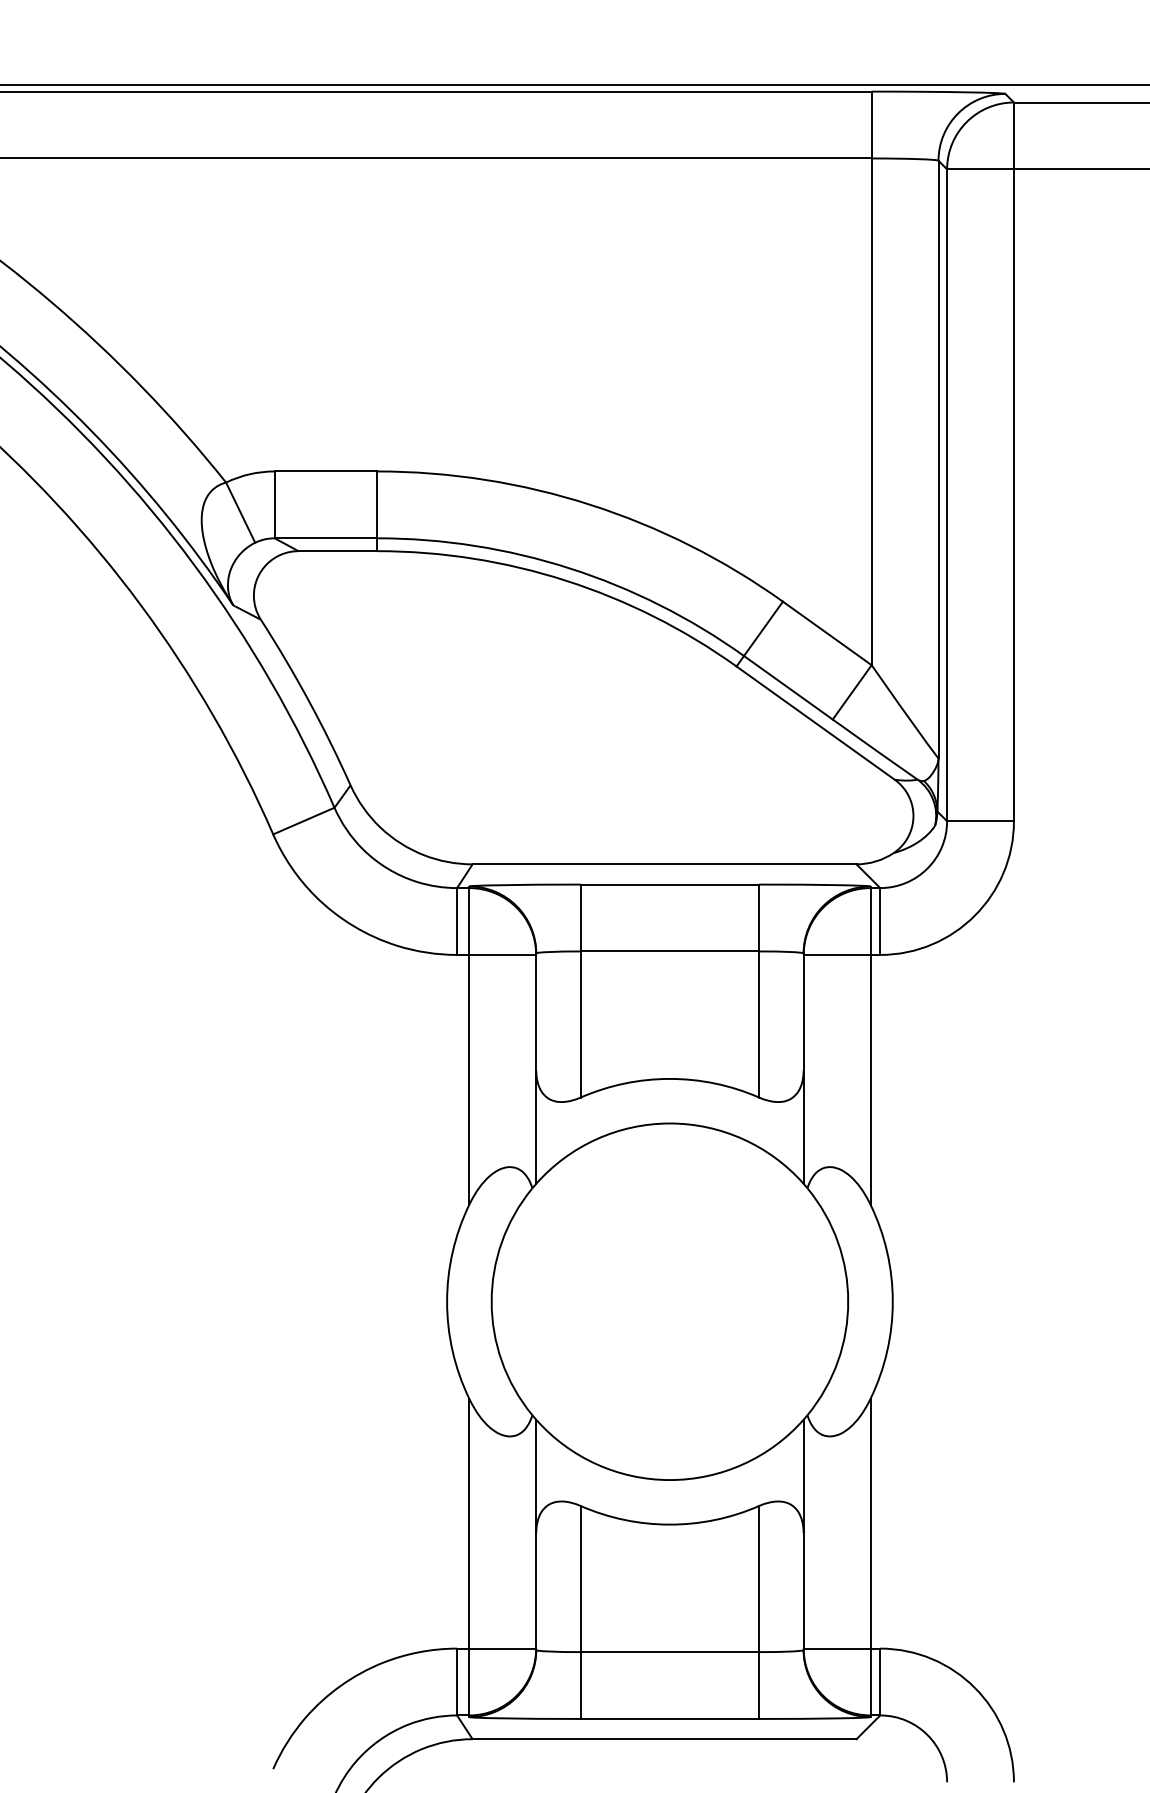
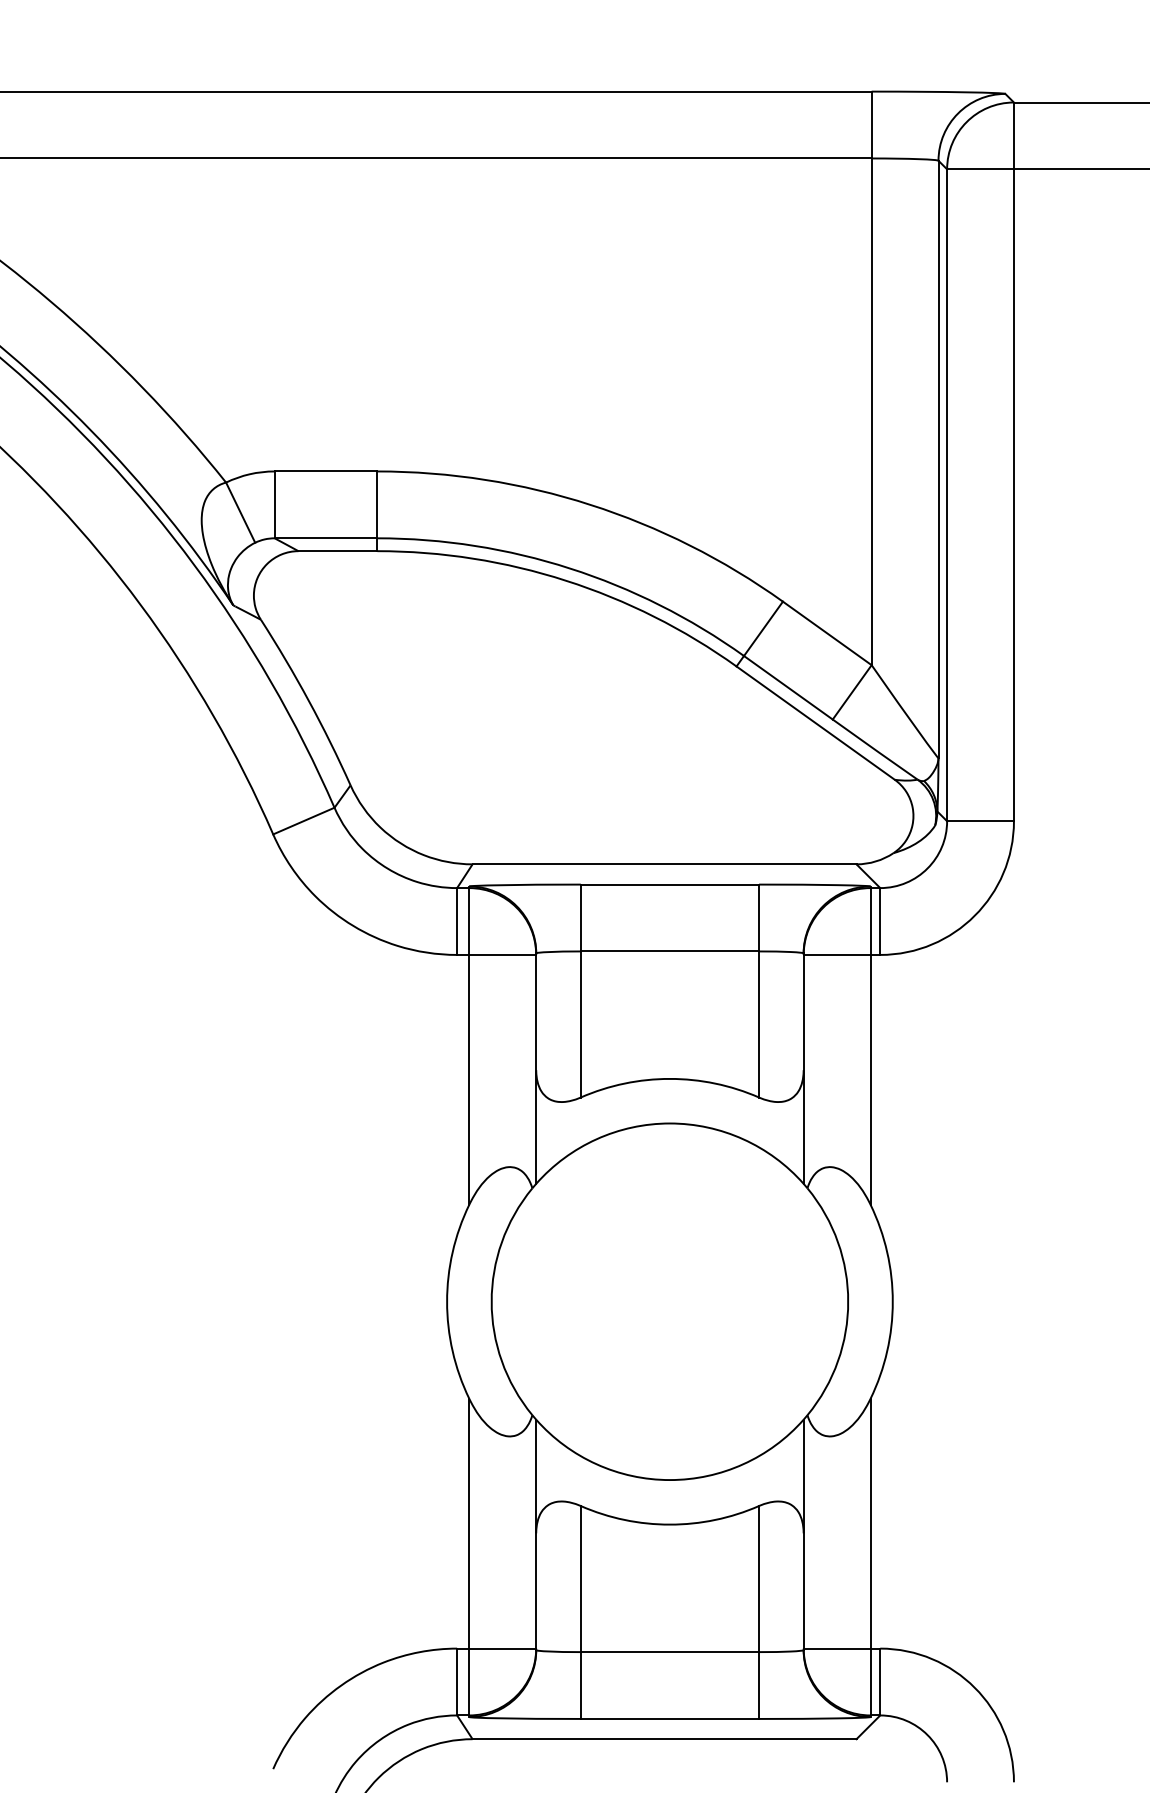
line at (574, 84): present -> none
